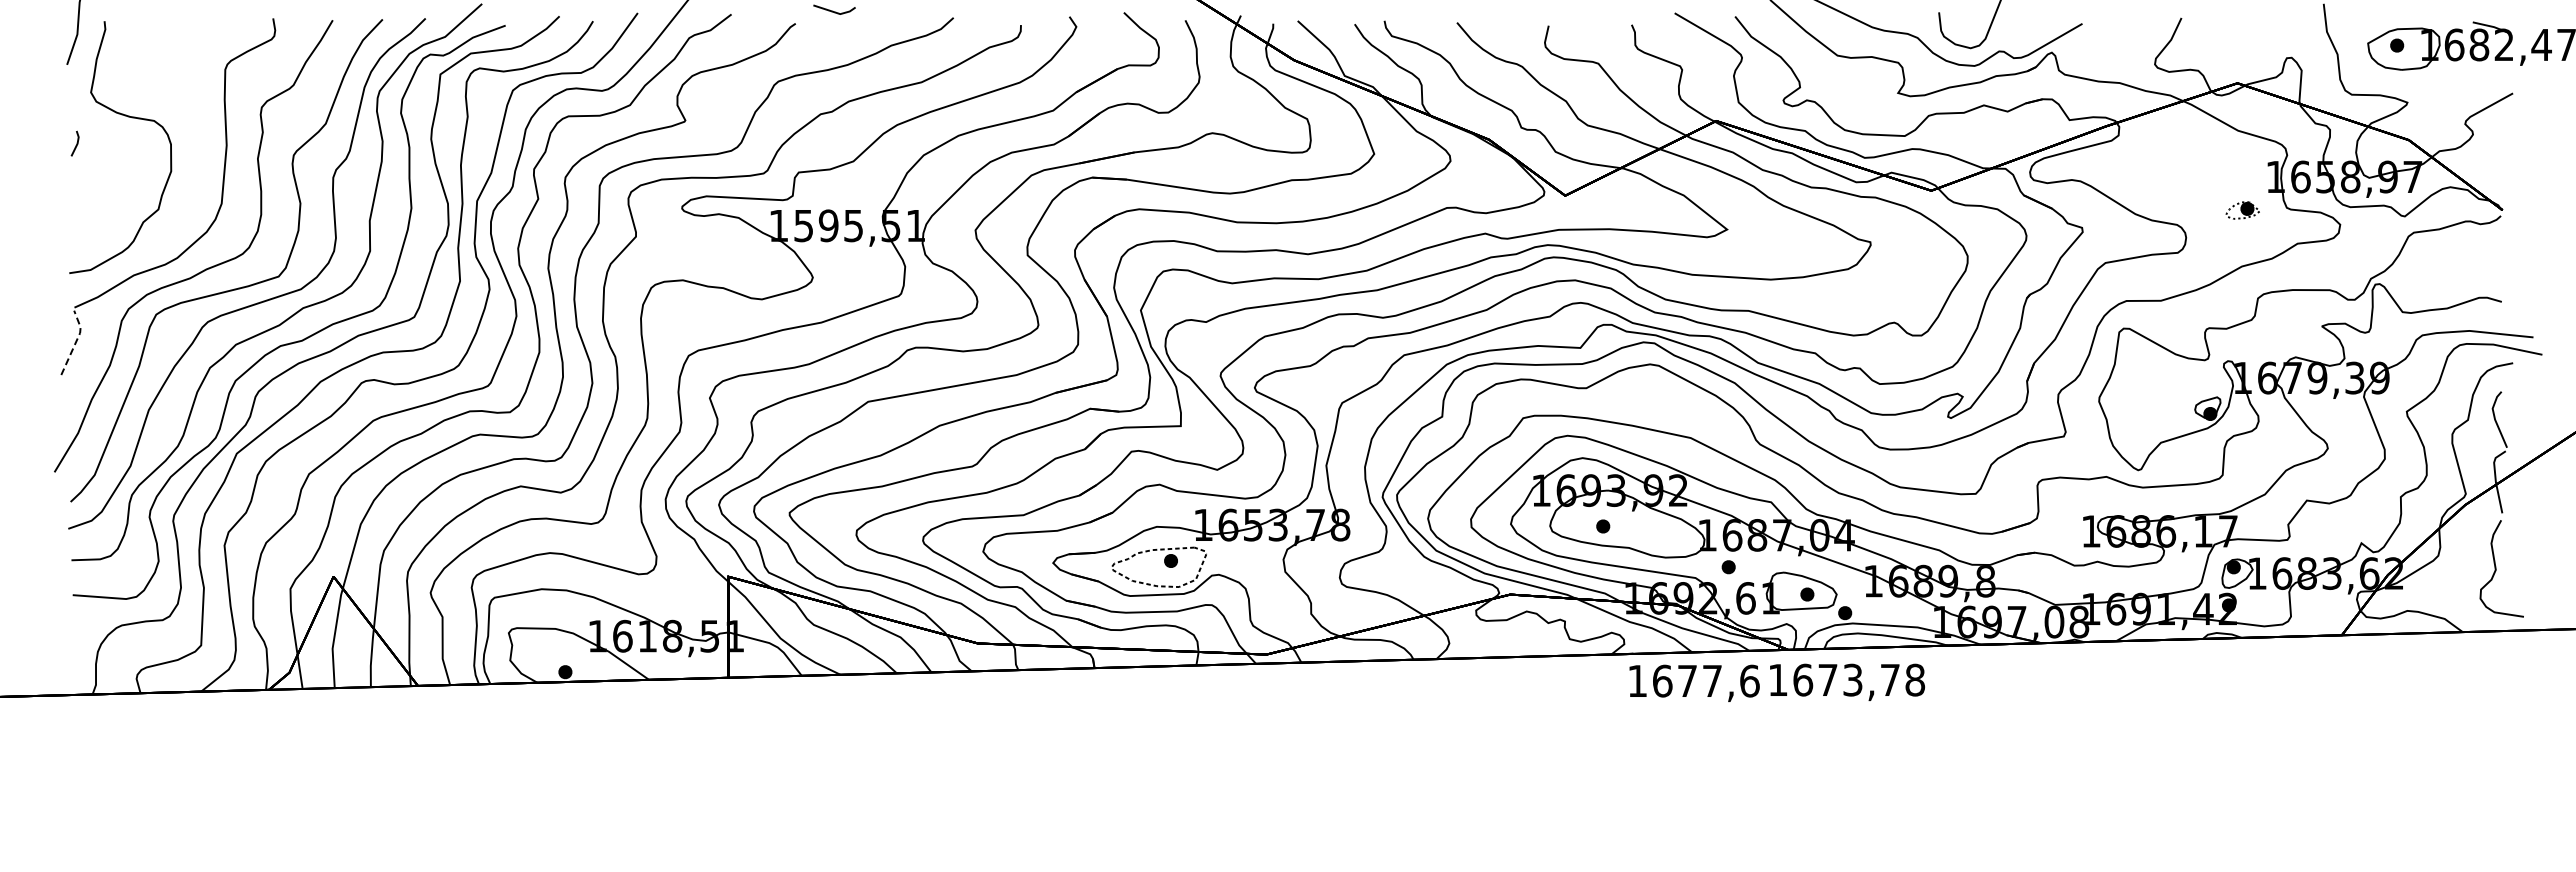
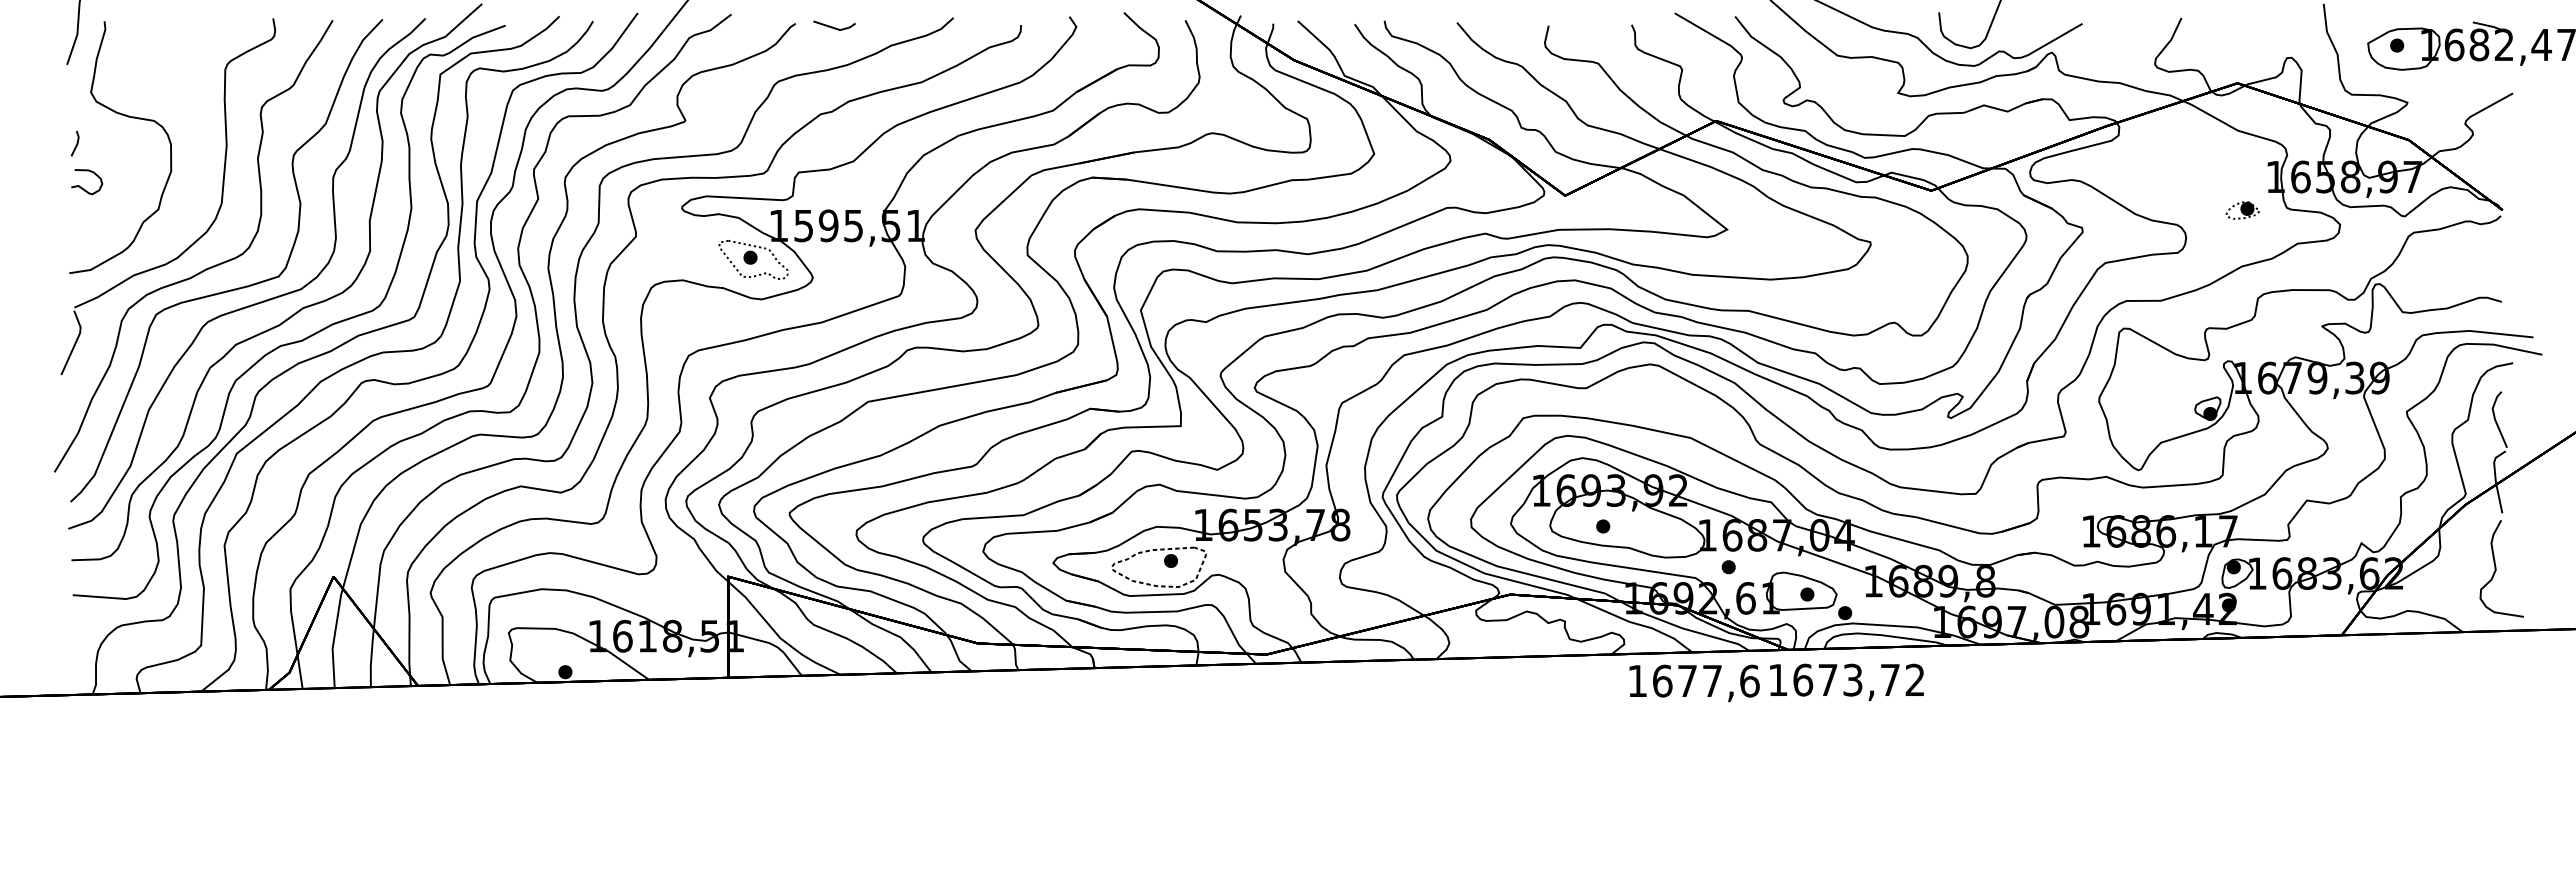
line at (834, 11) position: (834, 11) -> (834, 27)
curve at (82, 187): none -> present
part at (753, 259): none -> present
line at (76, 342): dashed -> solid
text at (1915, 679): 1673,78 -> 1673,72
